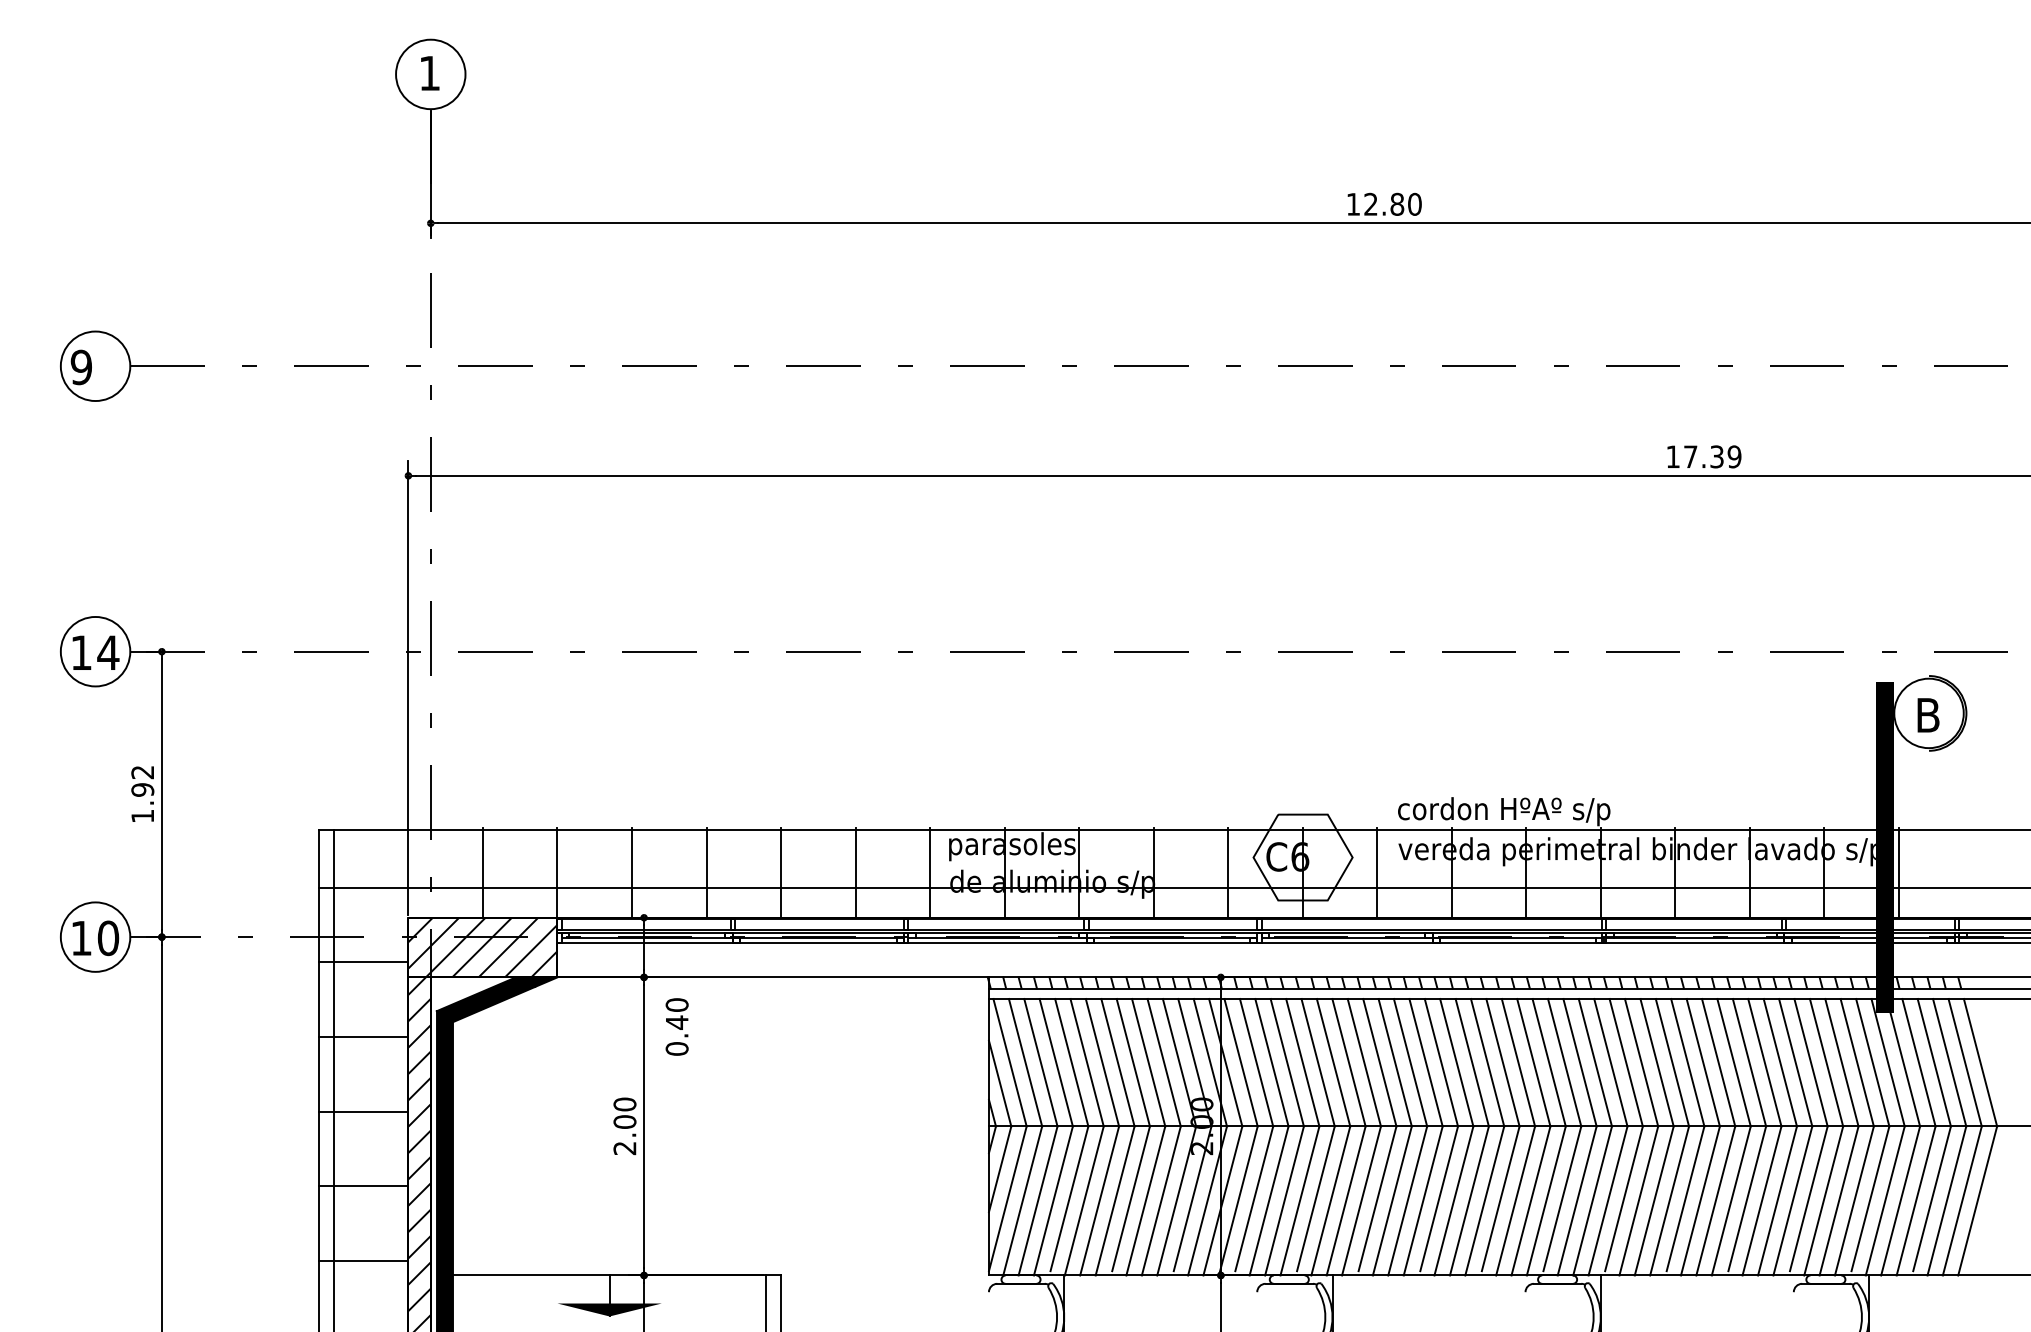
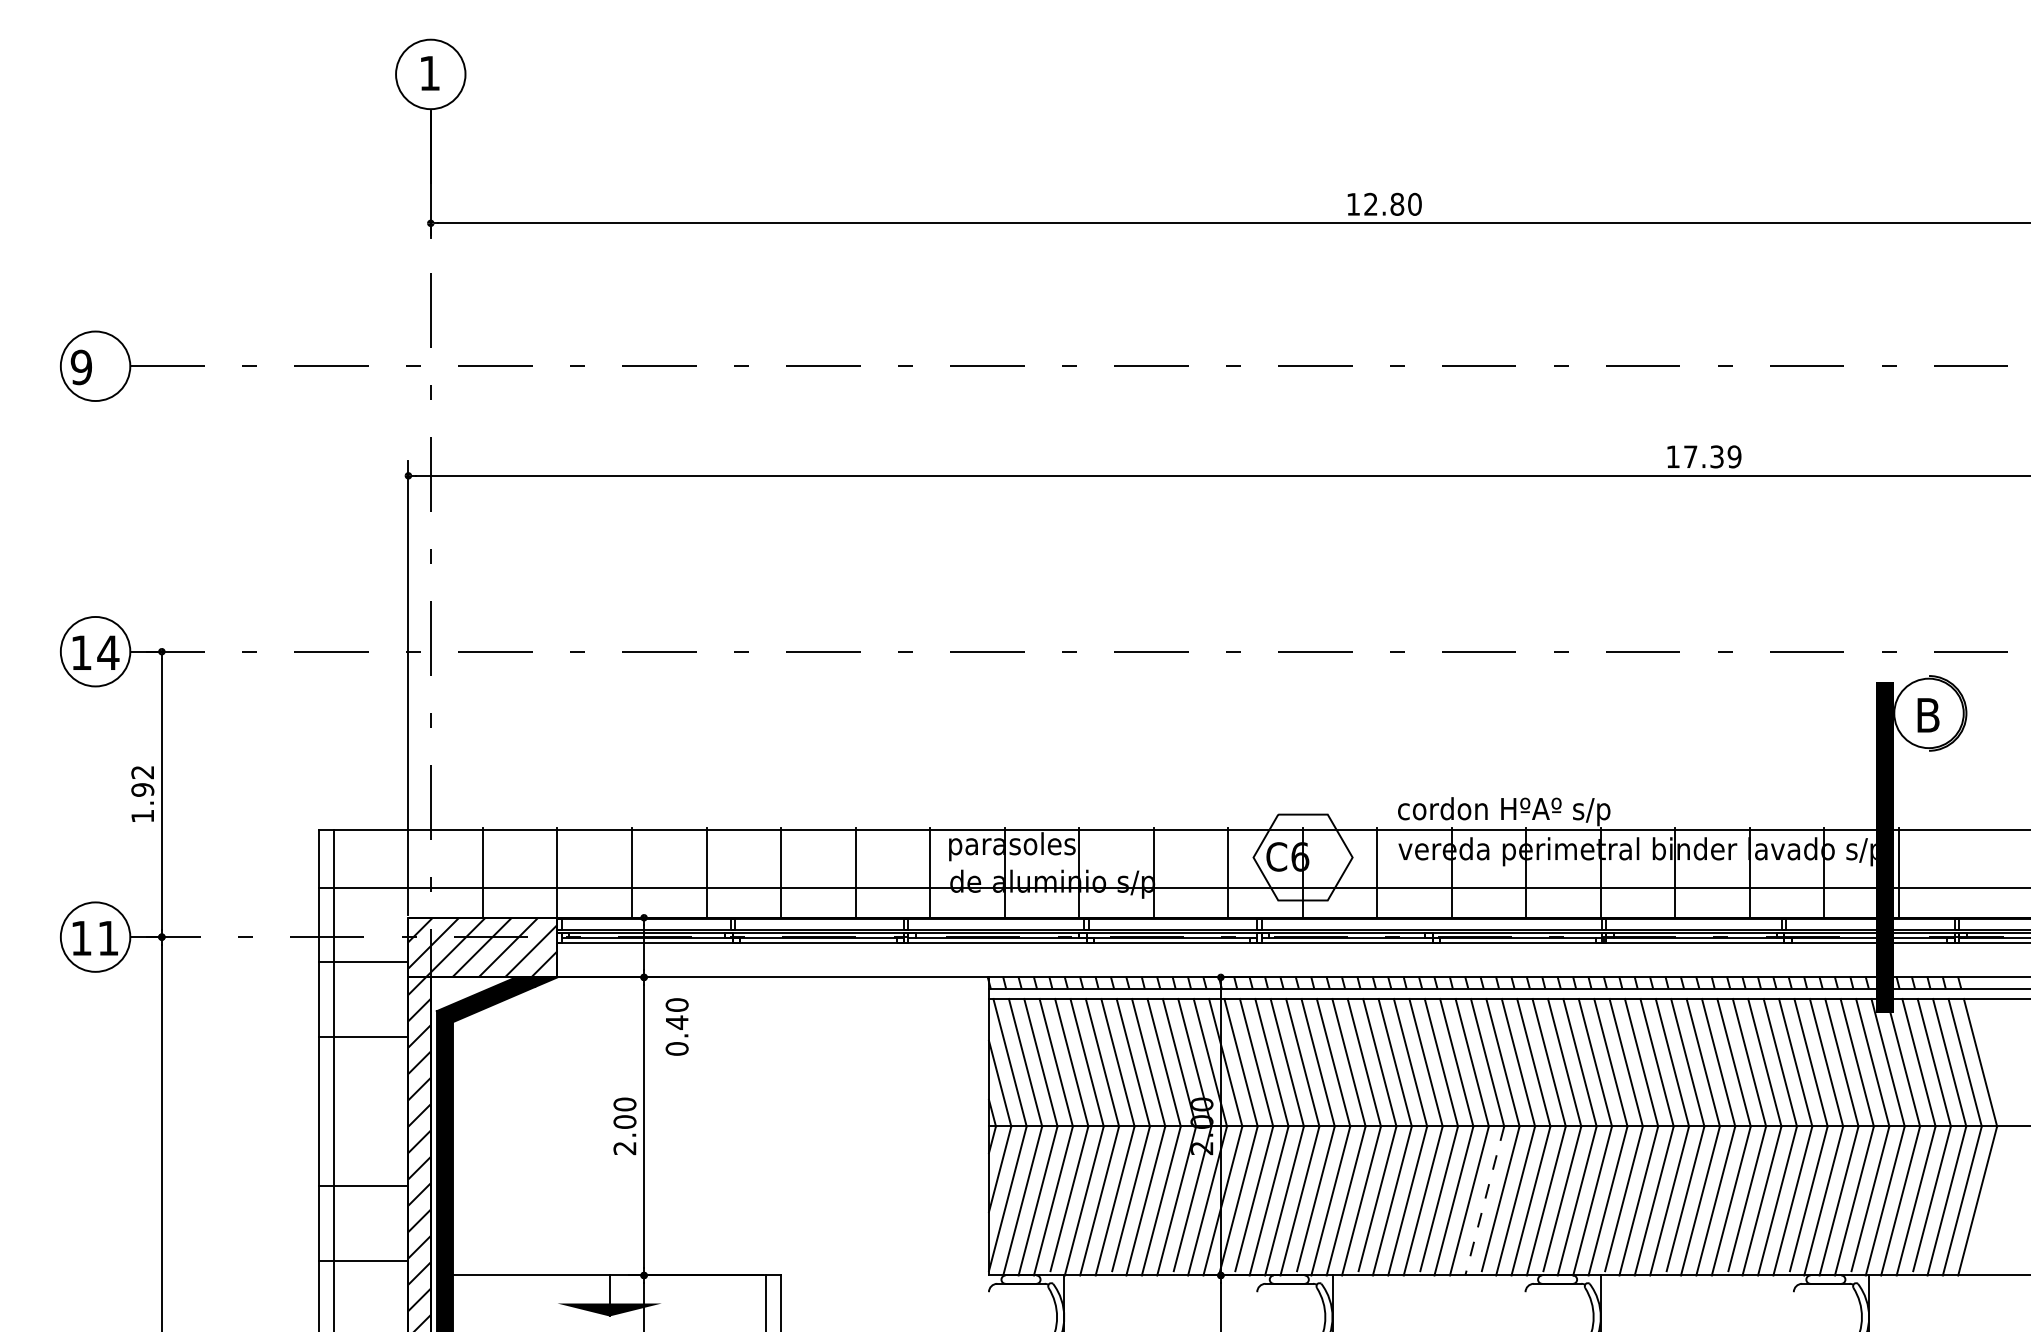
text at (108, 938): 10 -> 11
line at (363, 1111): present -> none
line at (1484, 1201): solid -> dashed
